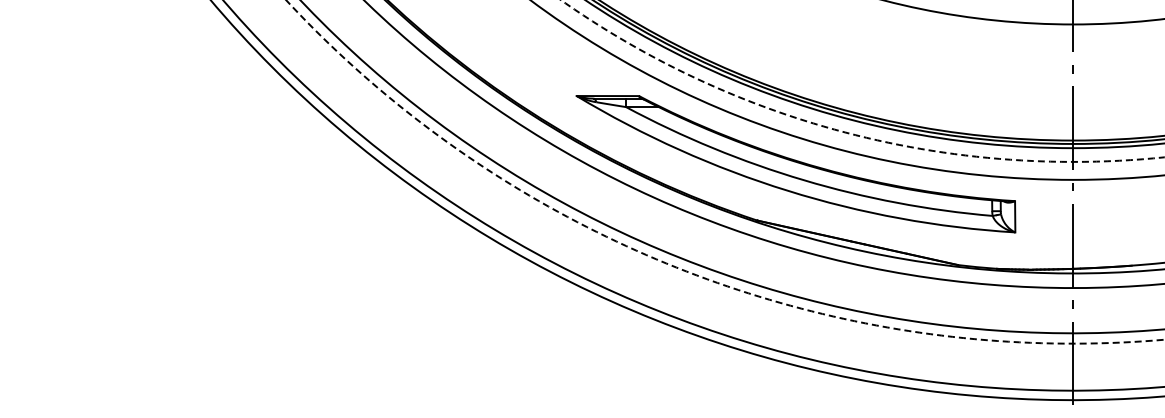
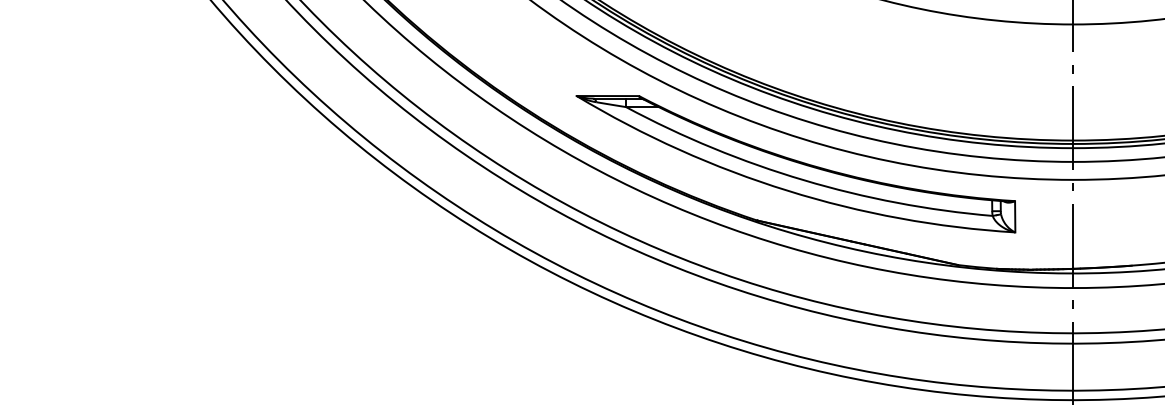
circle at (862, 80): dashed -> solid
arc at (689, 272): dashed -> solid
